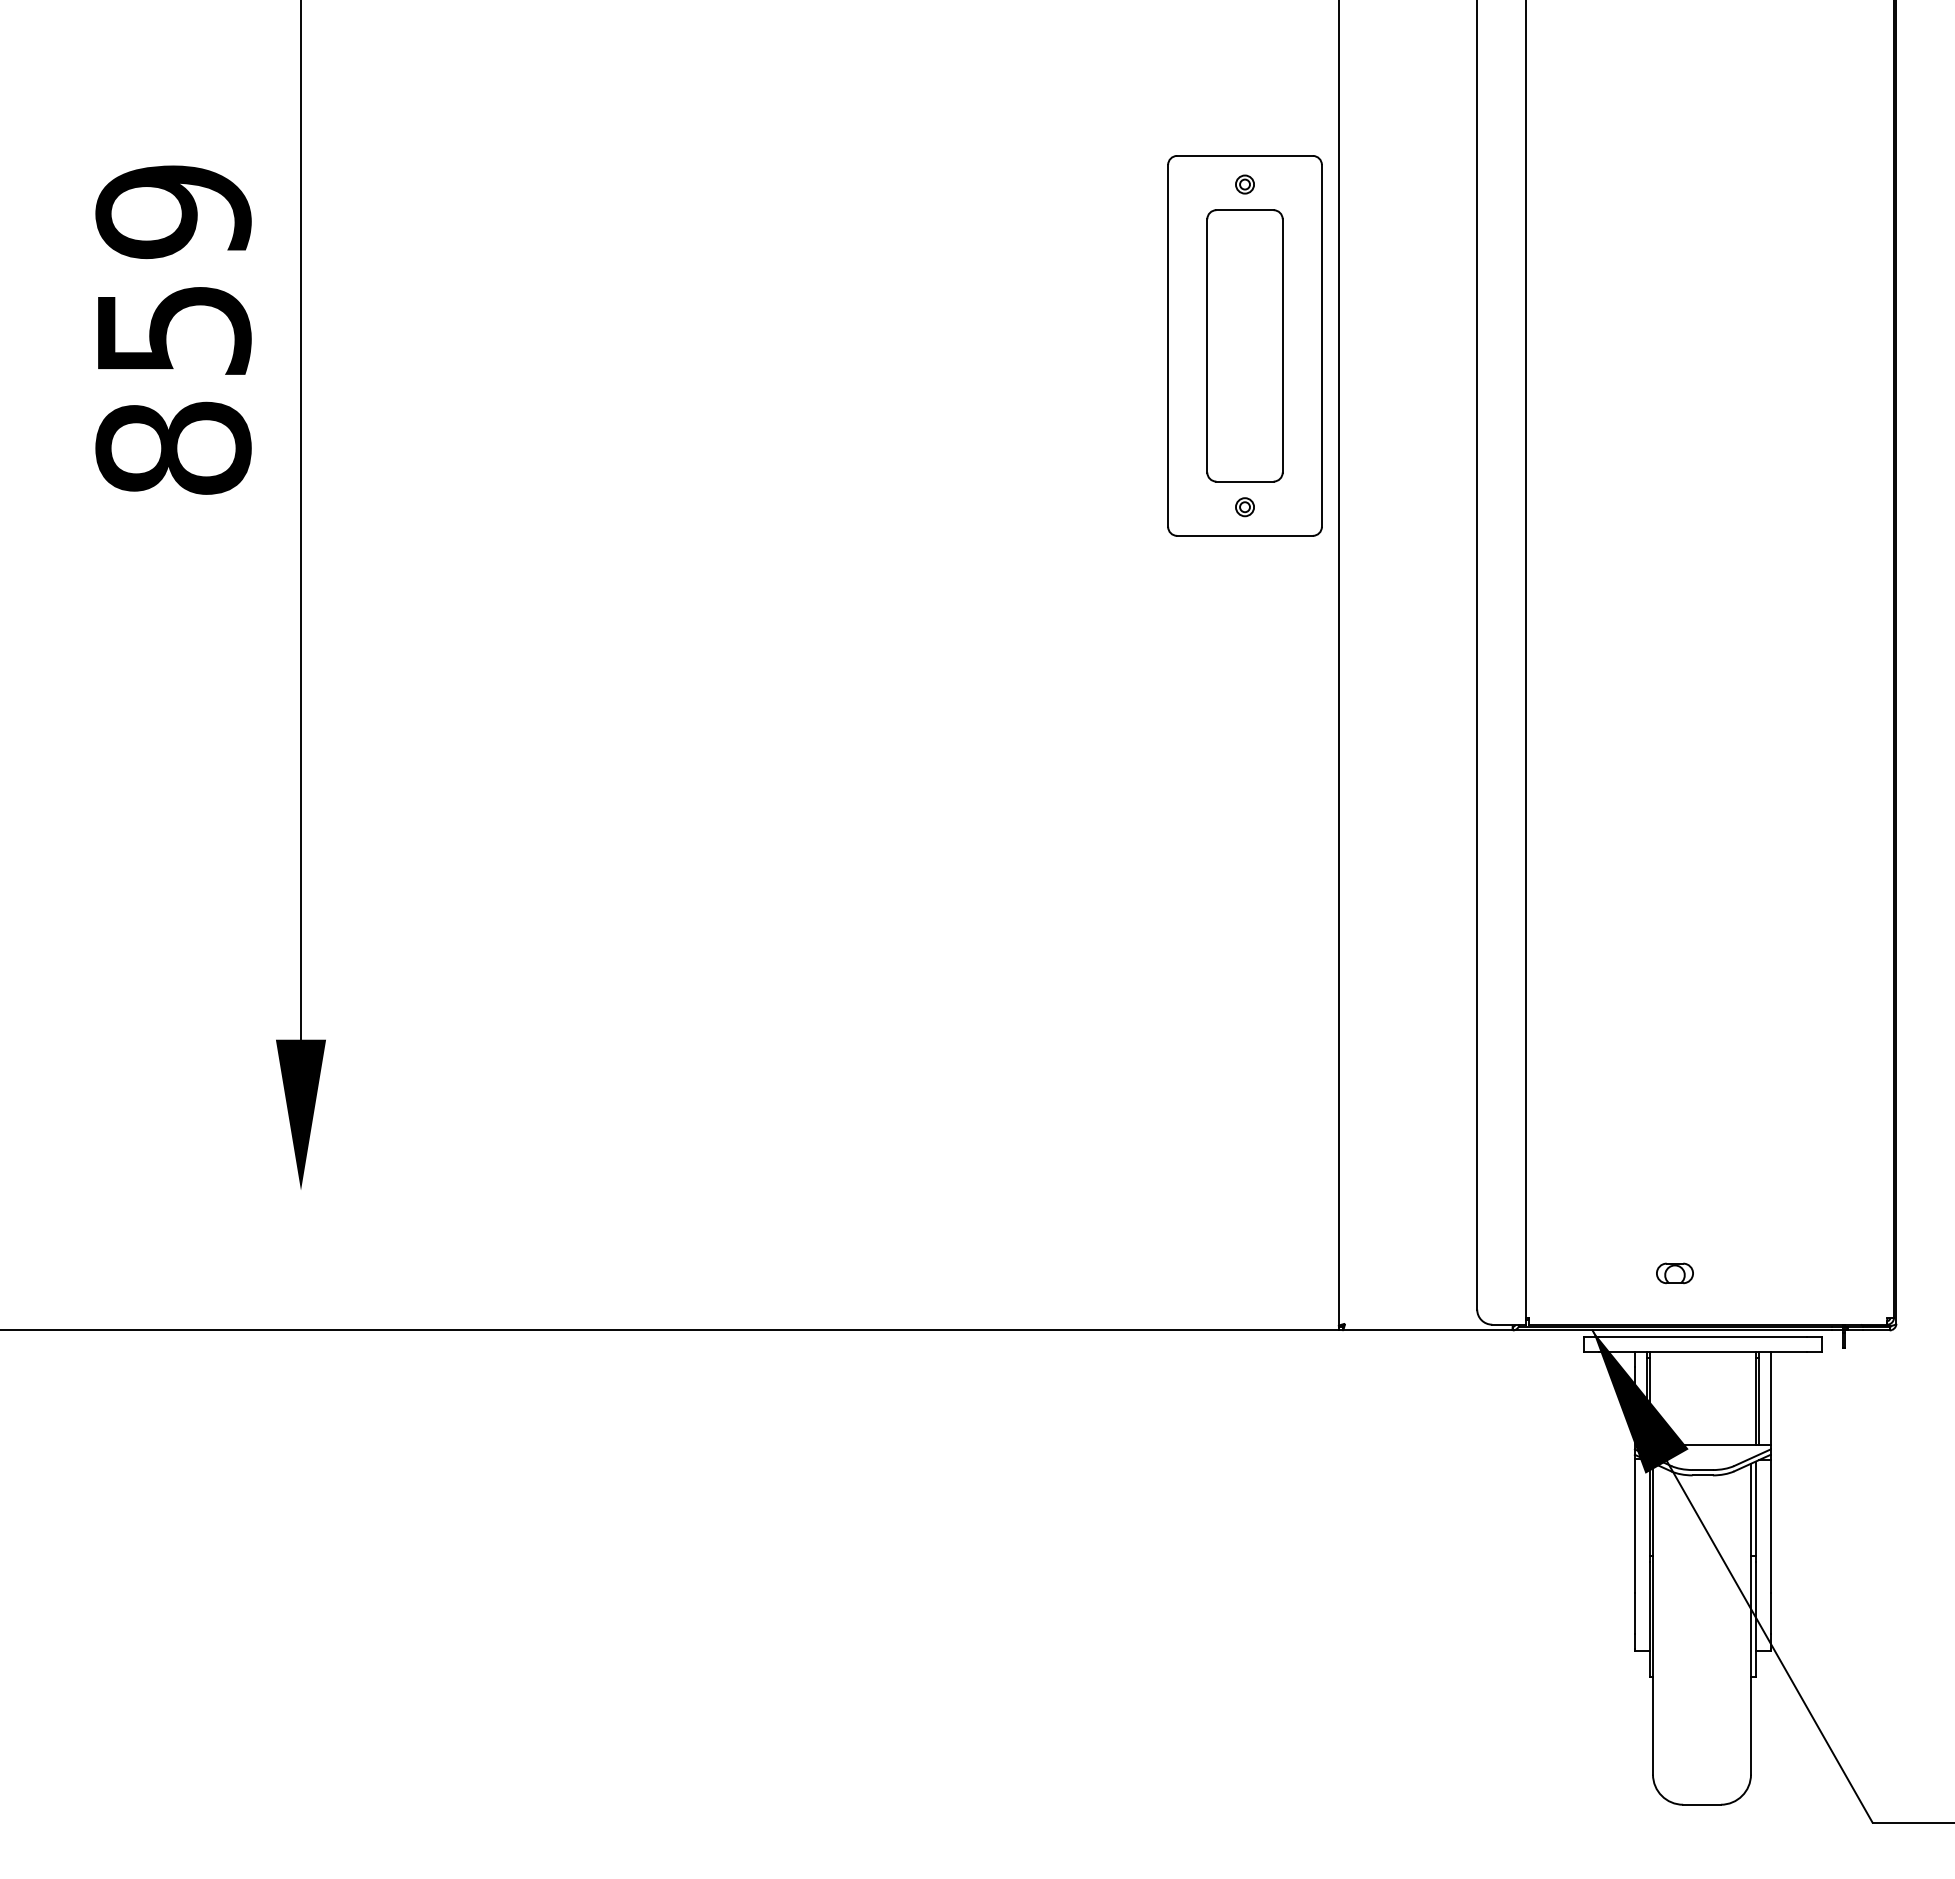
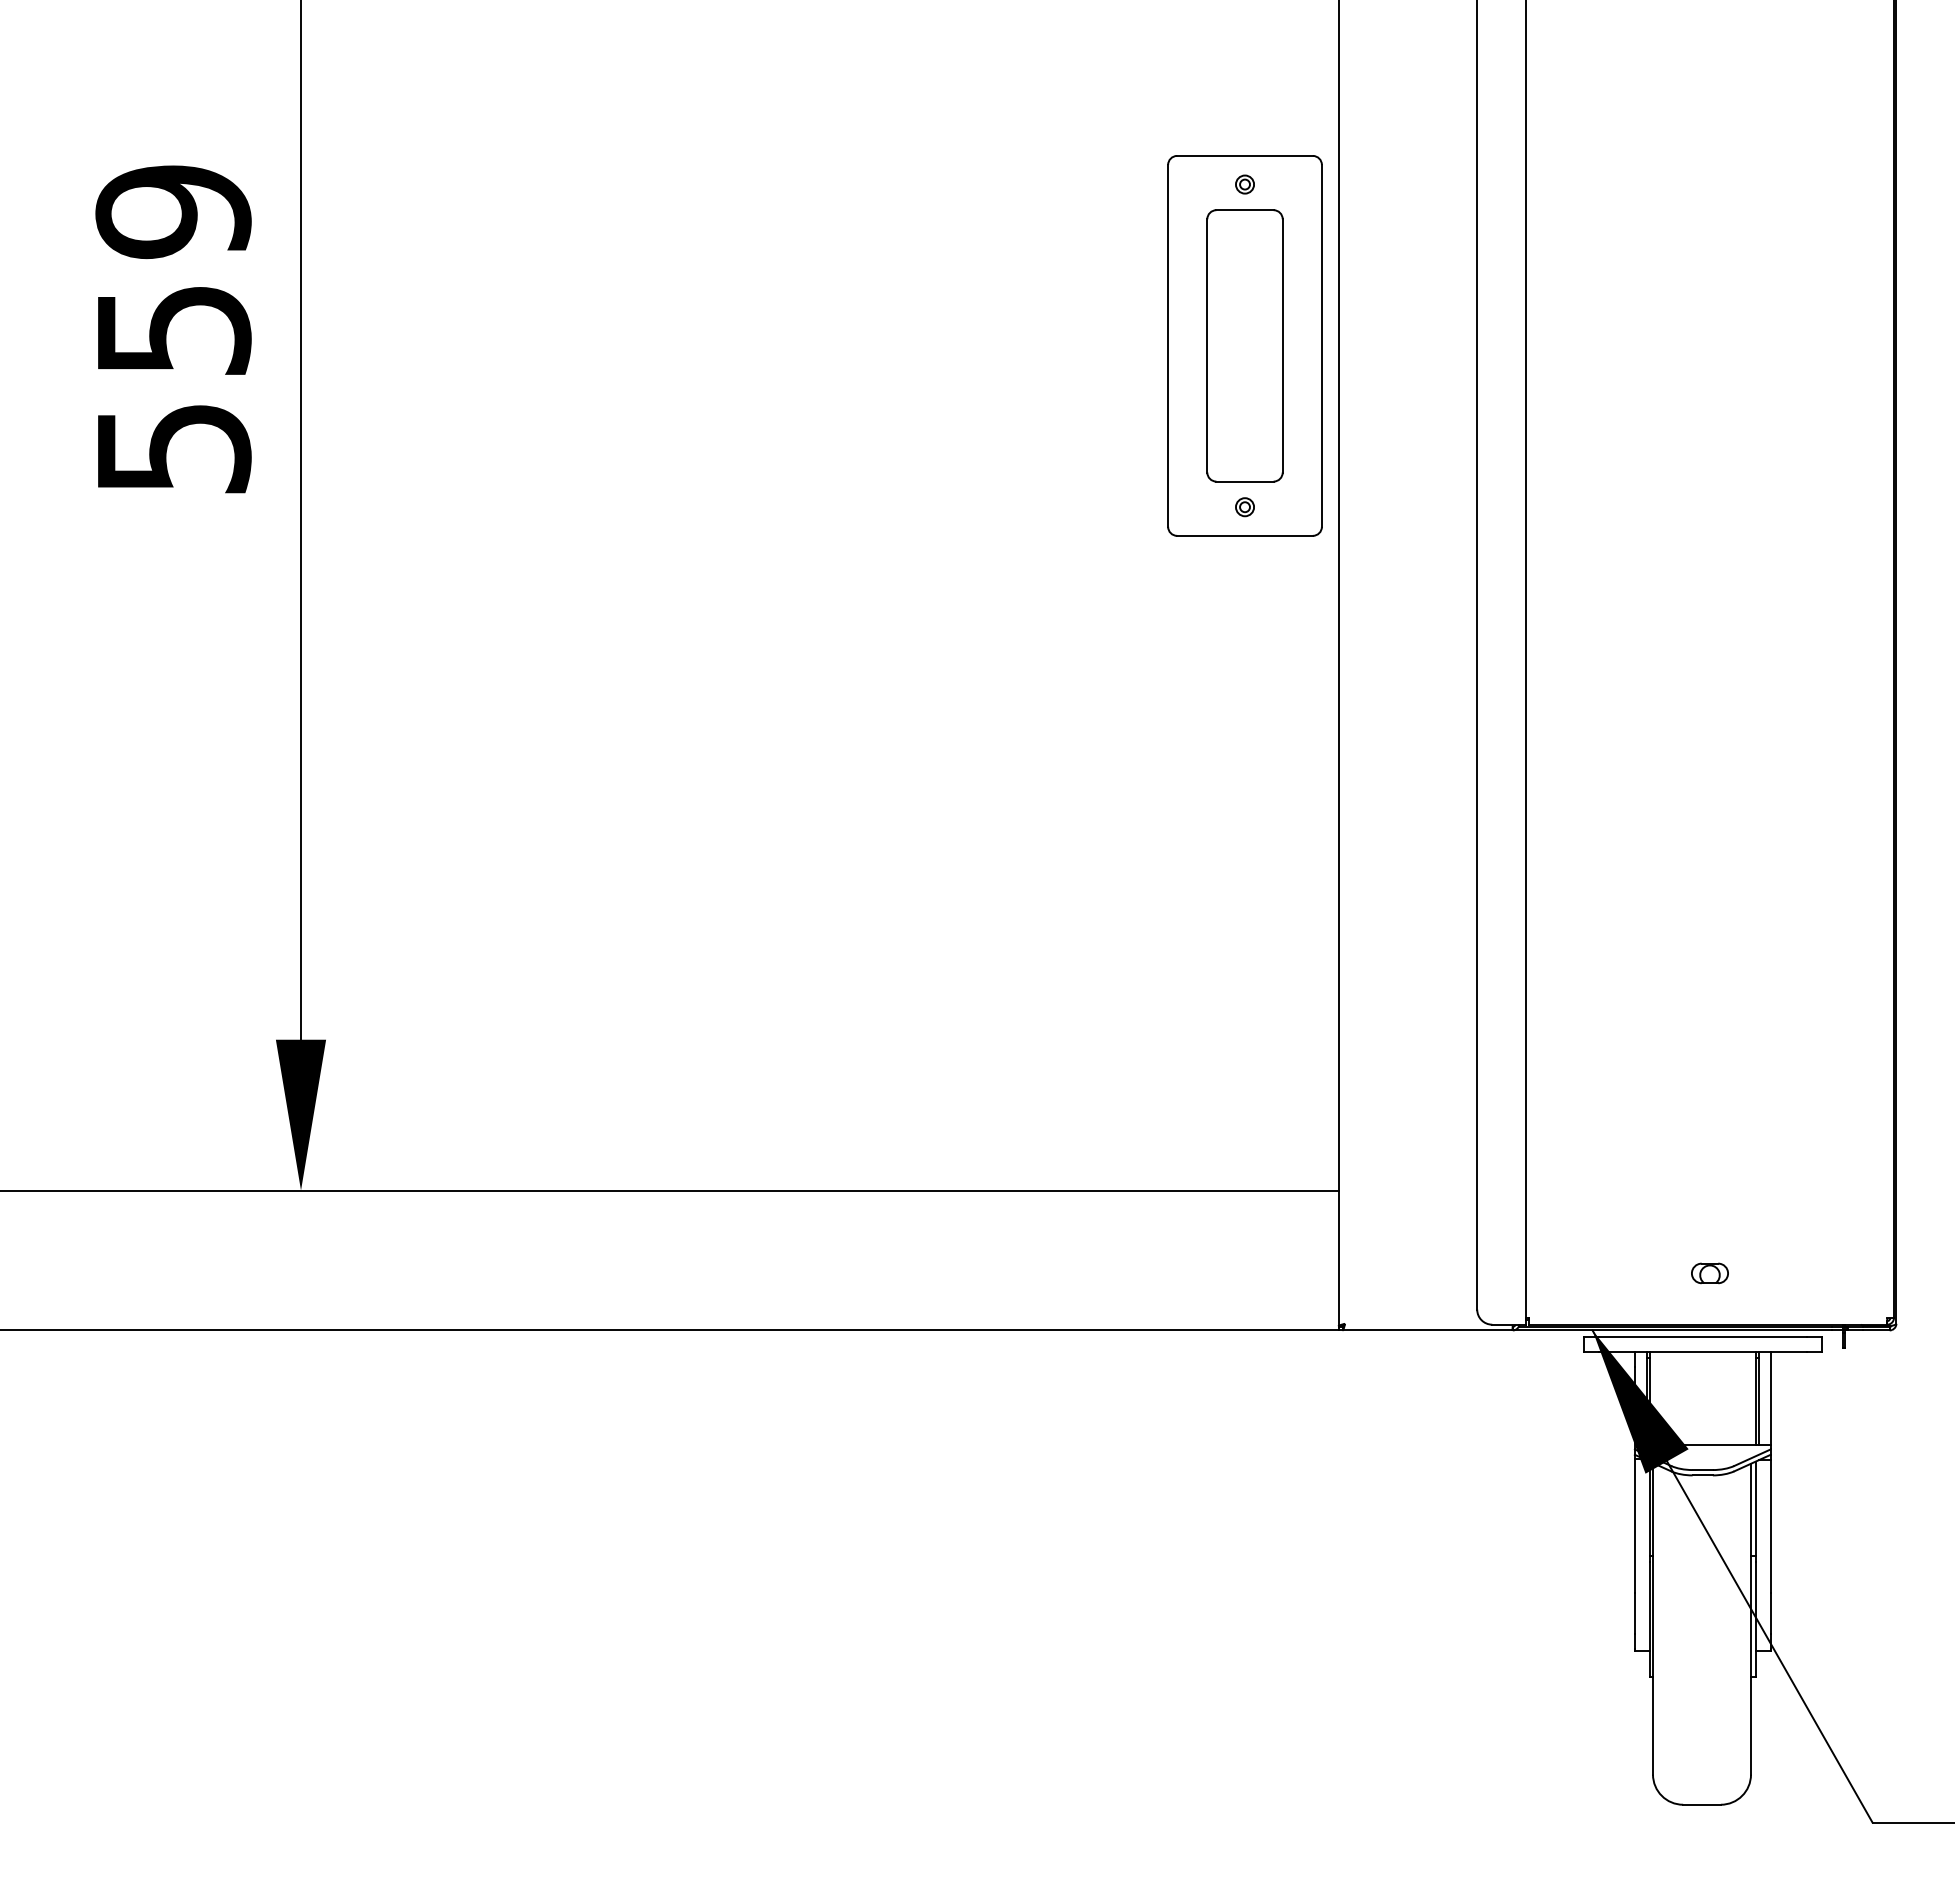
text at (173, 447): 859 -> 559
line at (670, 1190): none -> present
part at (1674, 1273) position: (1674, 1273) -> (1709, 1273)
